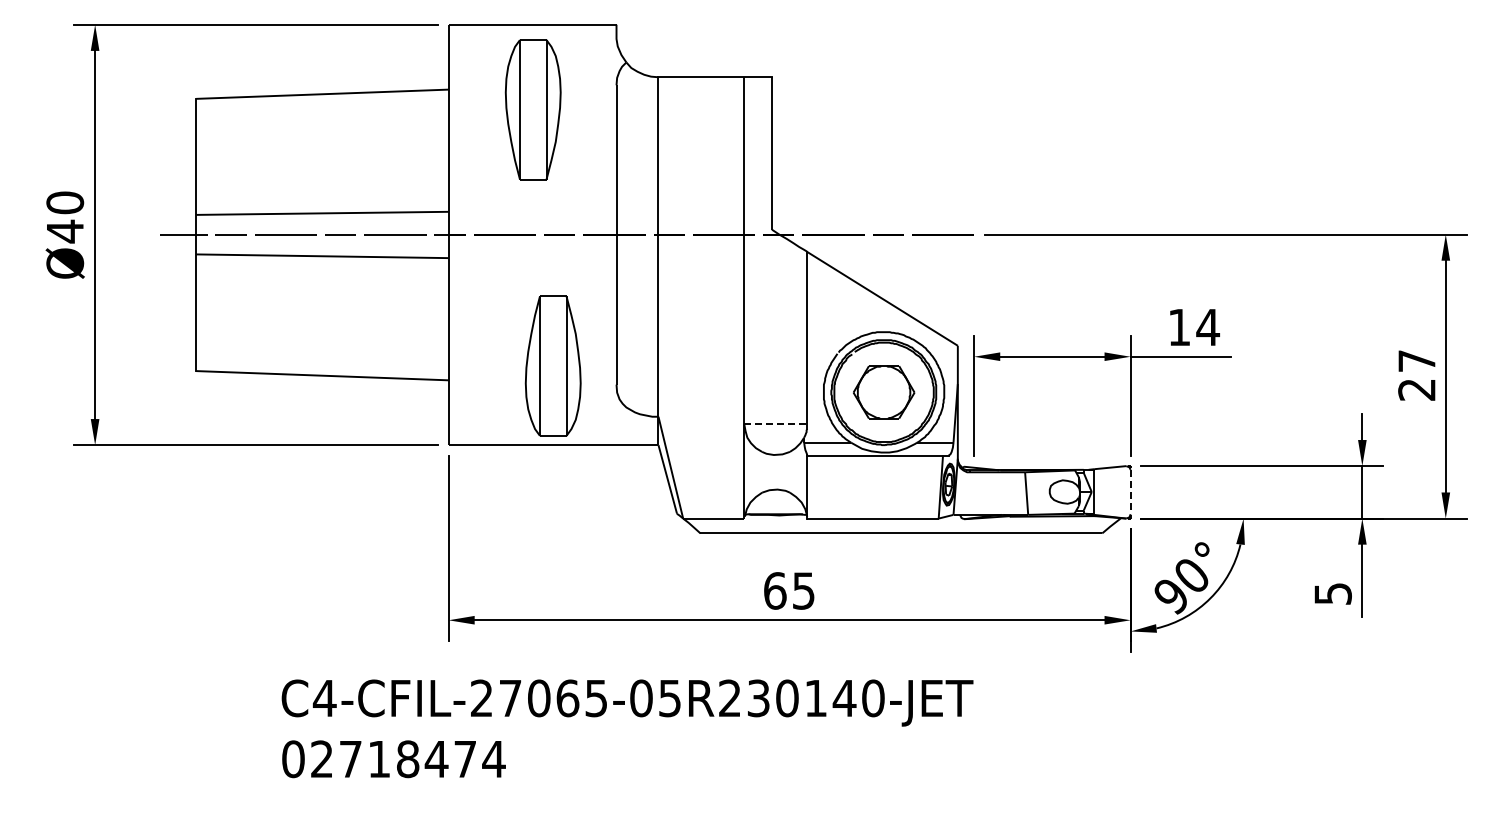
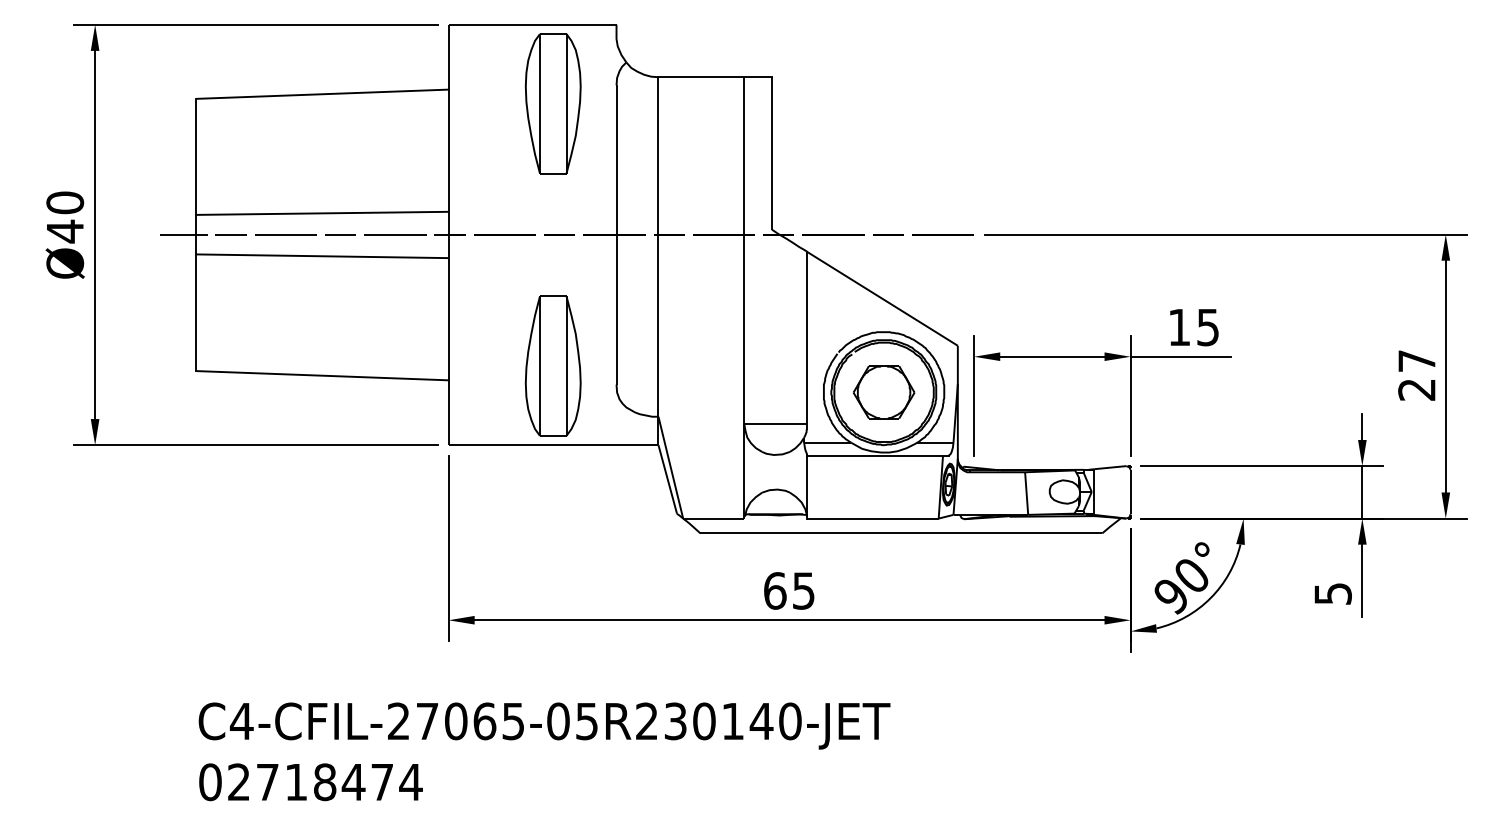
part at (532, 109) position: (532, 109) -> (552, 103)
text at (1208, 327): 14 -> 15
line at (776, 424): dashed -> solid
line at (1130, 492): dashed -> solid
text at (627, 728) position: (627, 728) -> (544, 751)
